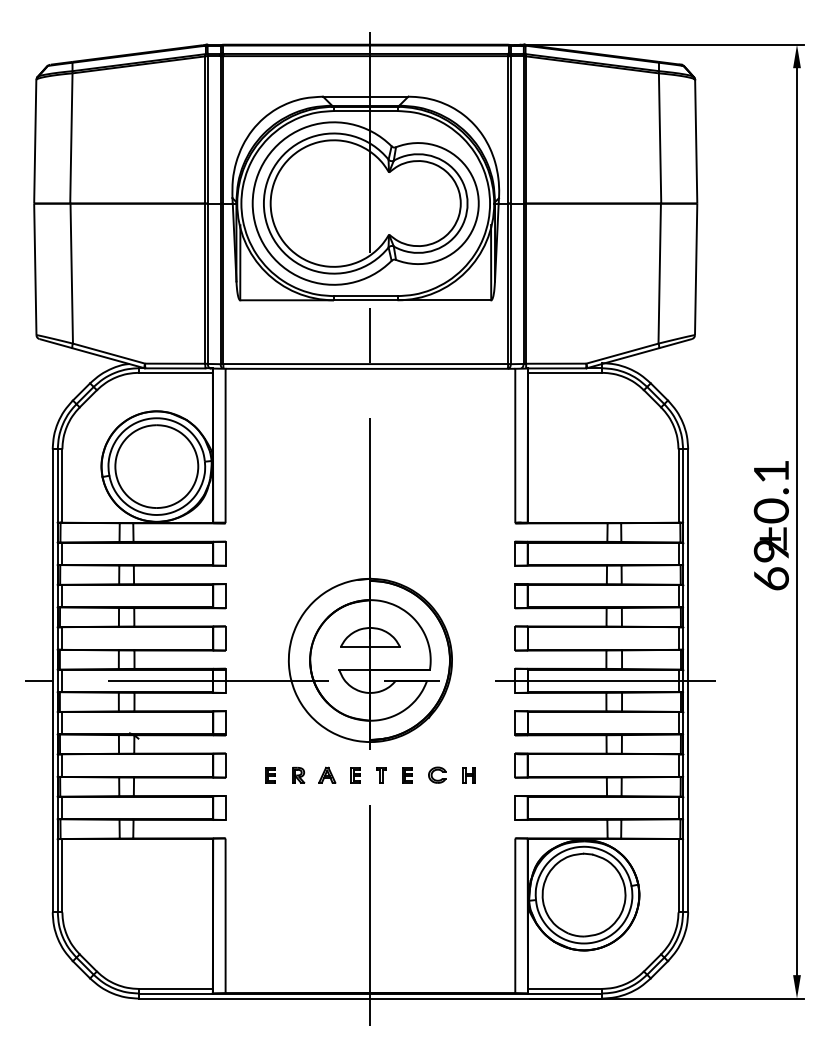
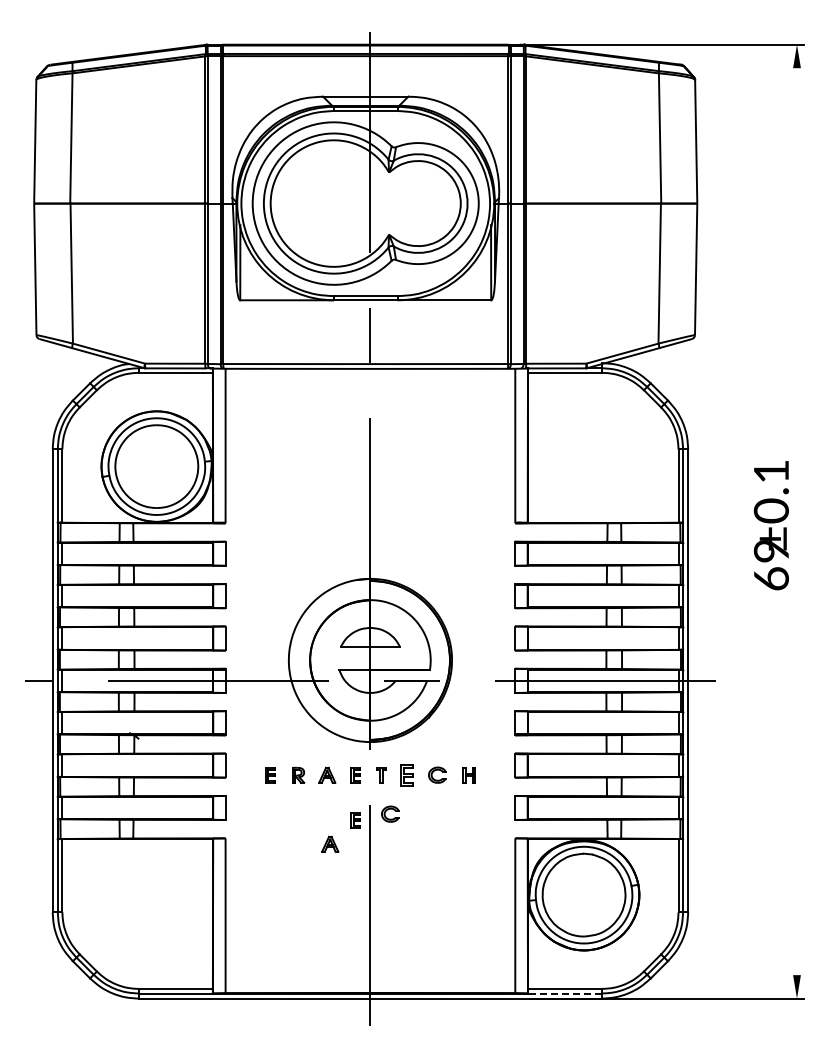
line at (797, 521): present -> none
part at (407, 775) size: 11x17 px -> 14x23 px
part at (390, 813): none -> present
part at (355, 820): none -> present
part at (330, 843): none -> present
line at (565, 993): solid -> dashed
